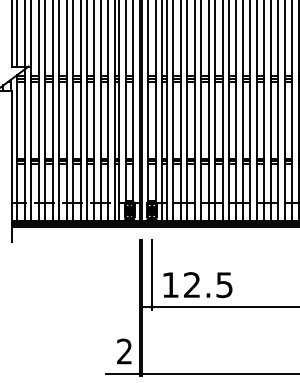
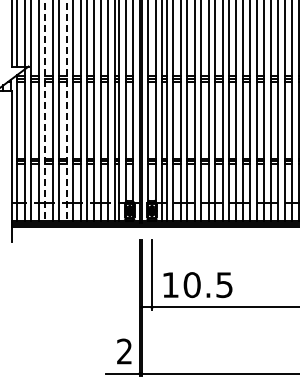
line at (45, 110): solid -> dashed
line at (66, 110): solid -> dashed
text at (191, 285): 12.5 -> 10.5
